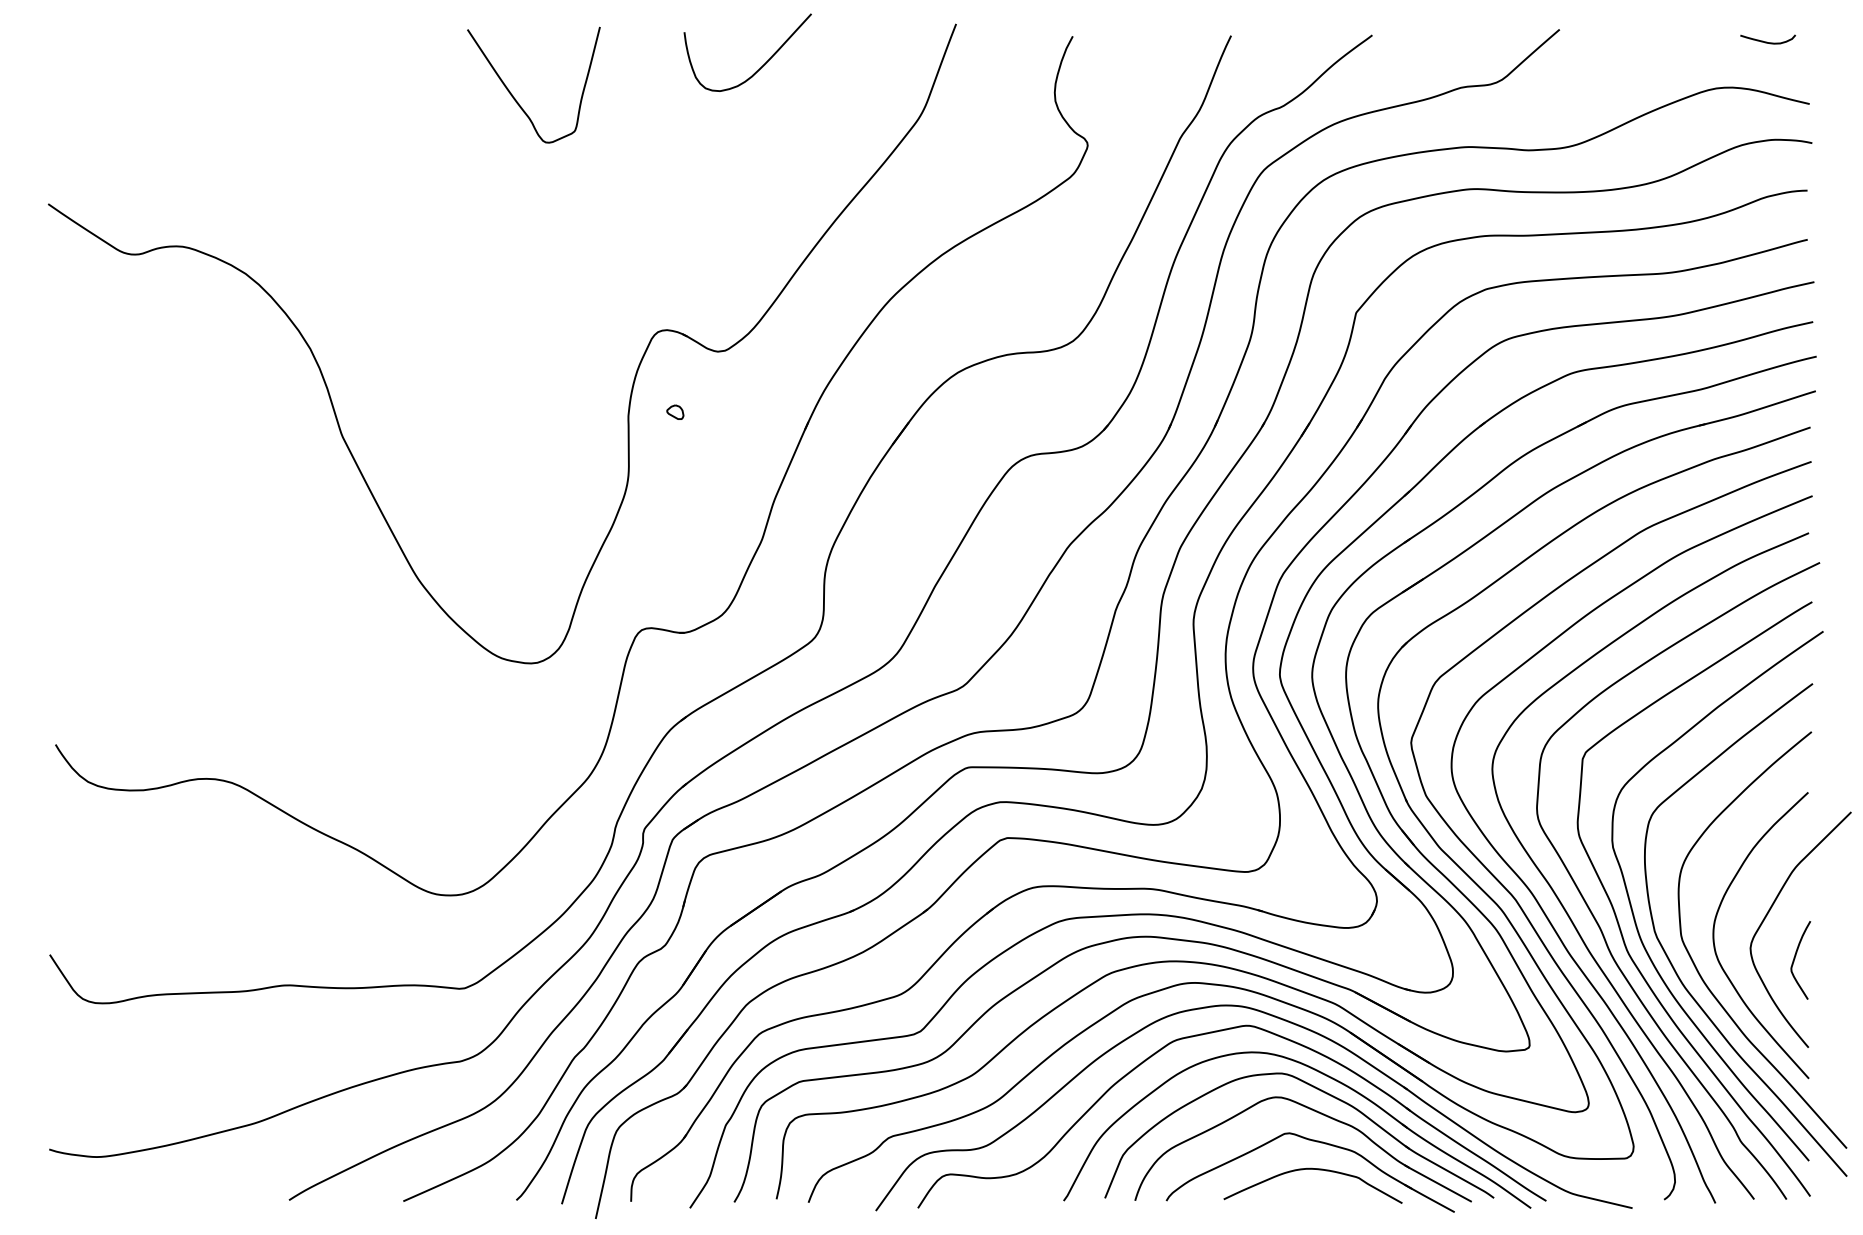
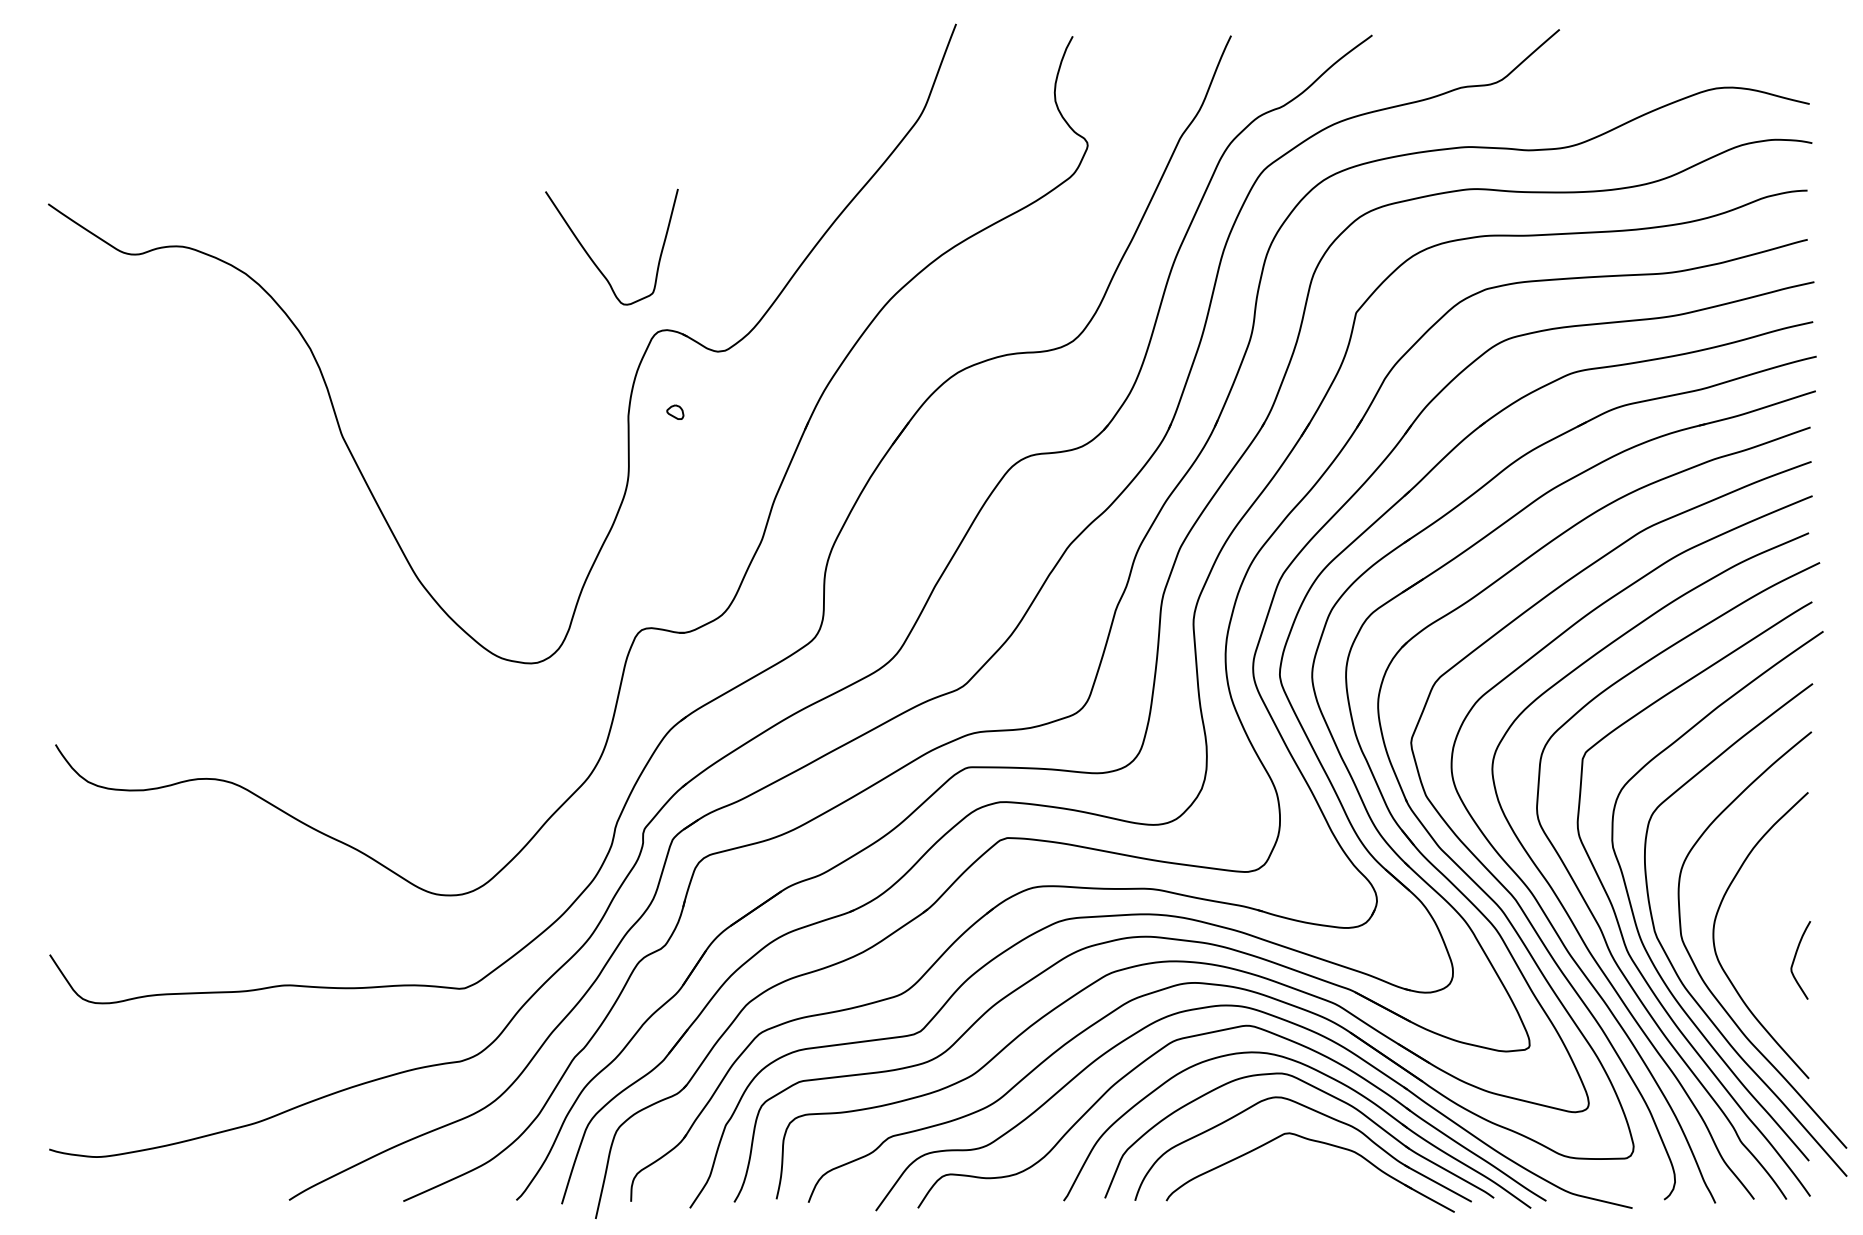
curve at (1767, 41): present -> none
curve at (761, 66): present -> none
curve at (516, 99) position: (516, 99) -> (594, 261)
curve at (1769, 912): present -> none
curve at (1312, 1169): present -> none
